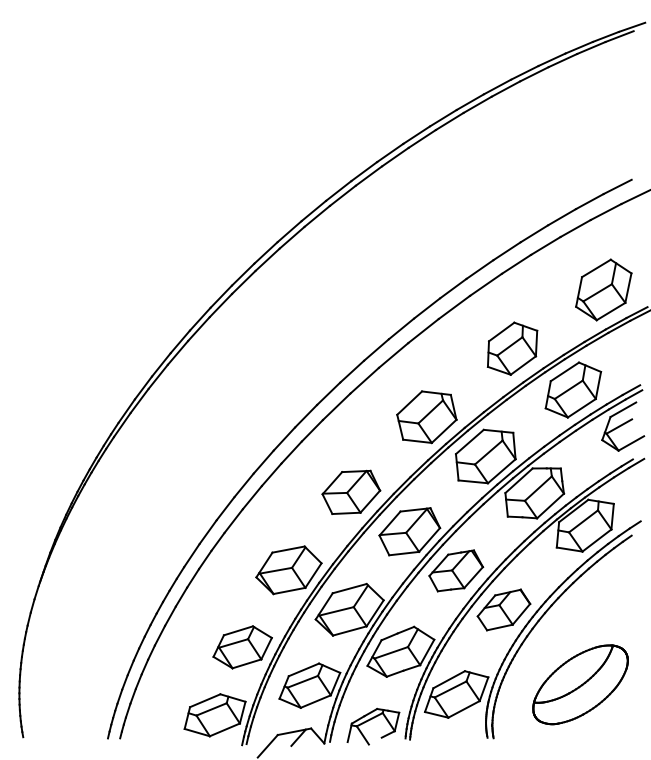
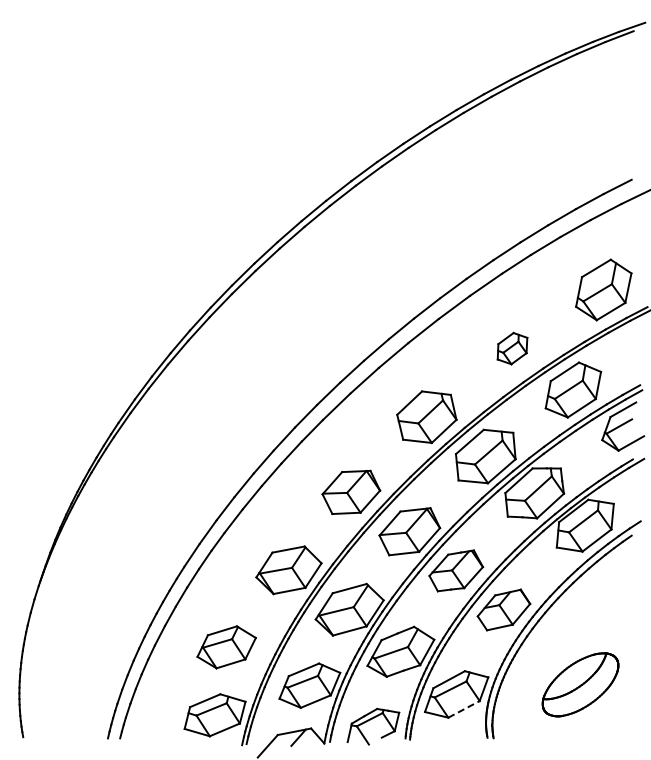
part at (512, 348) size: 53x55 px -> 33x35 px
part at (242, 647) position: (242, 647) -> (226, 647)
part at (580, 684) size: 97x82 px -> 79x66 px
line at (464, 709): solid -> dashed
